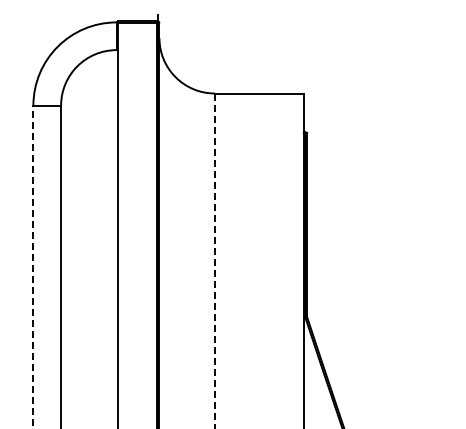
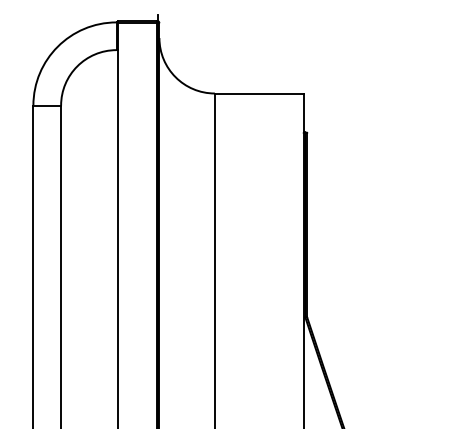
line at (214, 261): dashed -> solid
line at (33, 266): dashed -> solid
